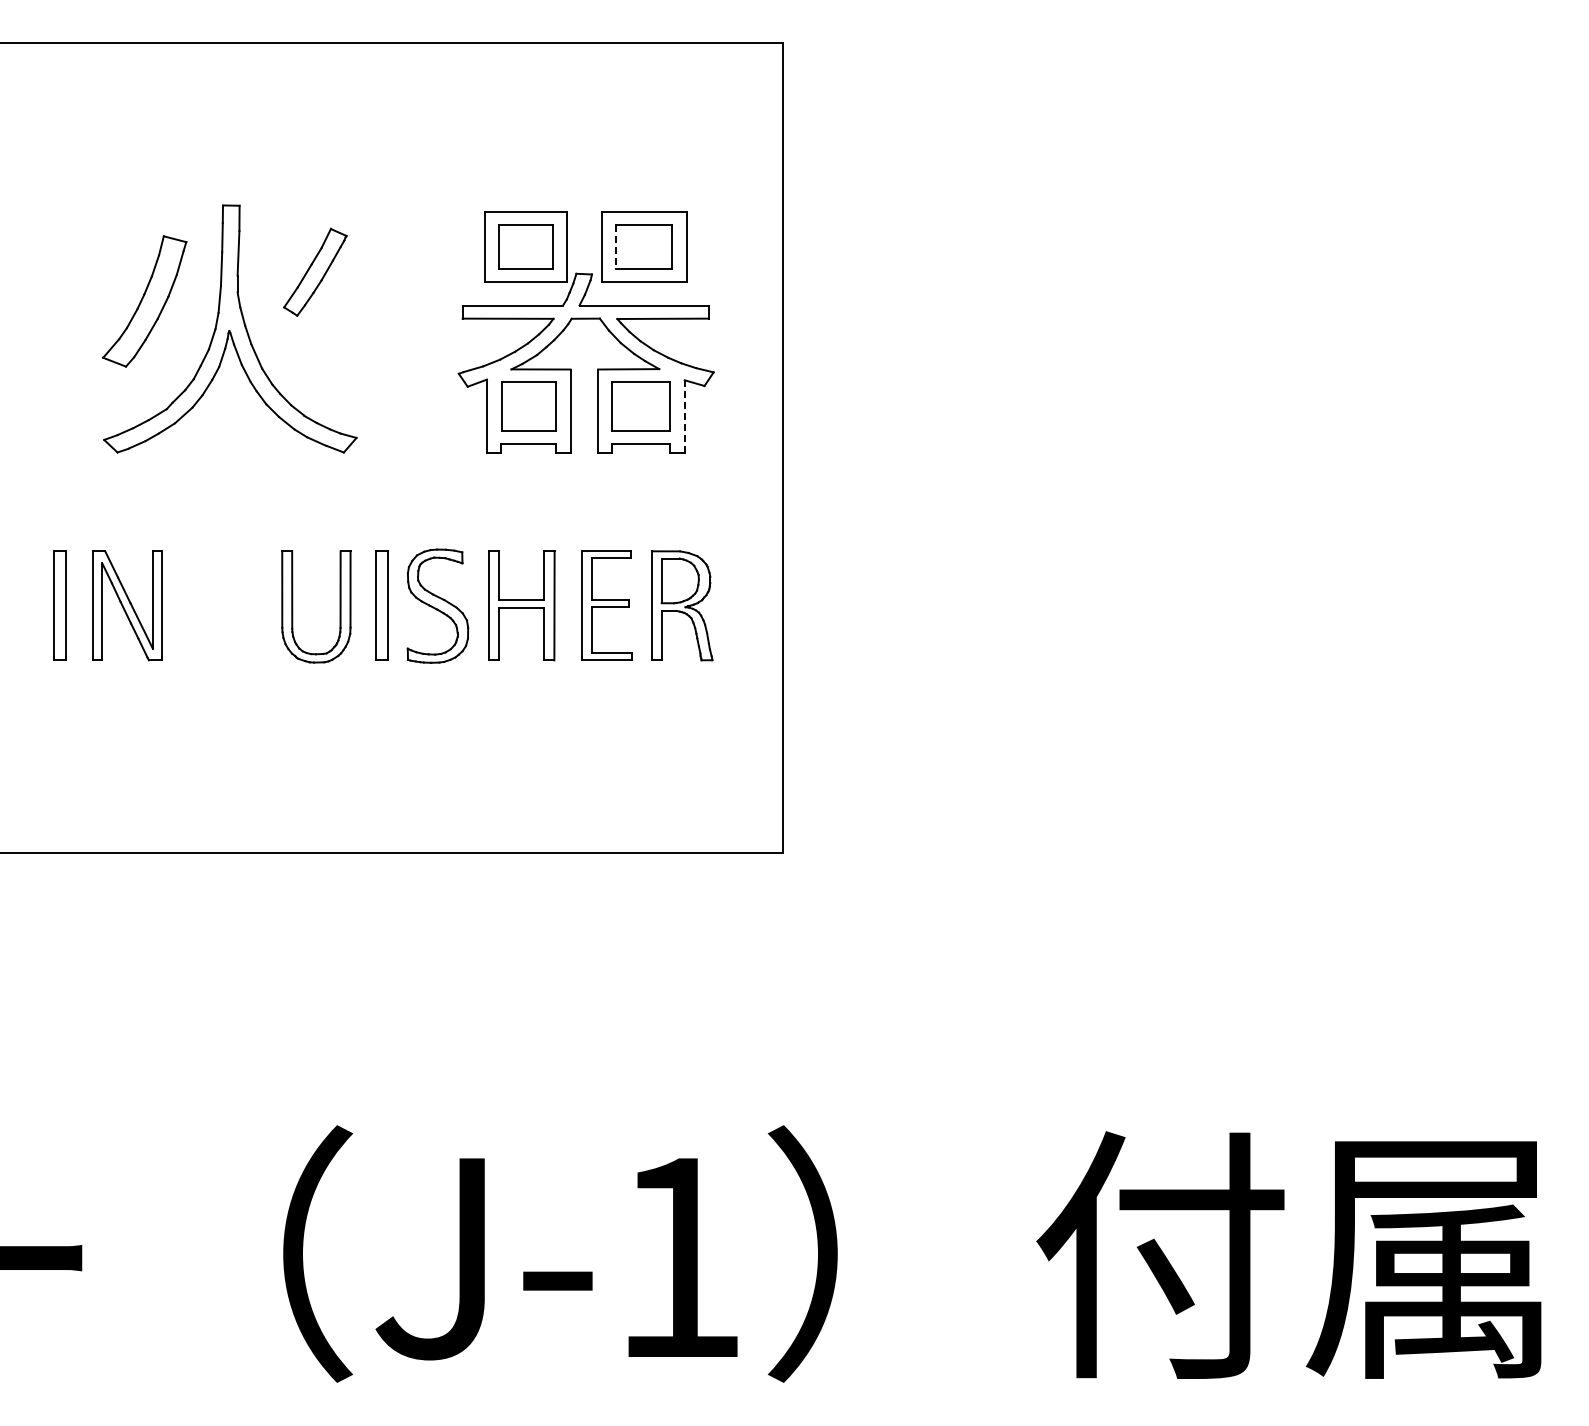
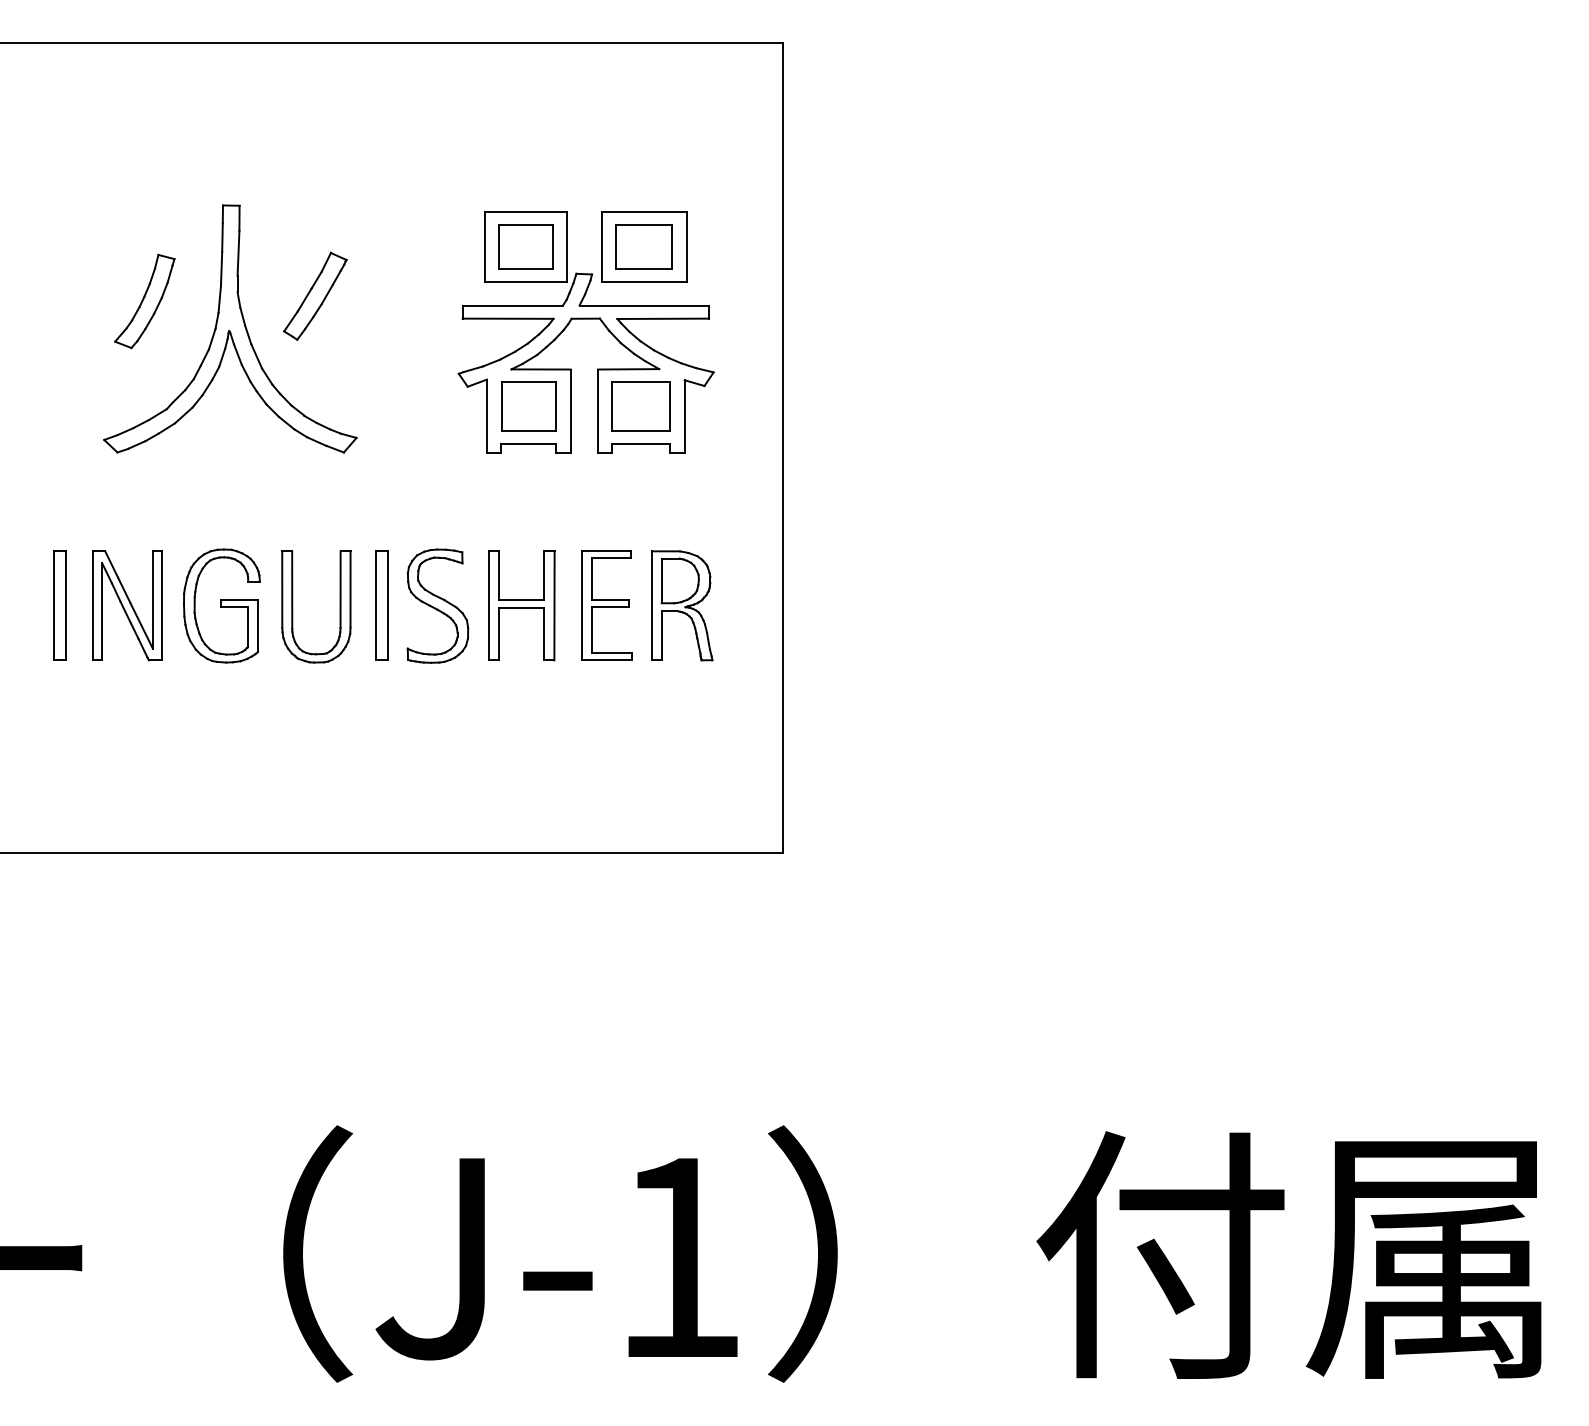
line at (615, 246): dashed -> solid
part at (315, 271) position: (315, 271) -> (315, 295)
part at (144, 301) size: 86x133 px -> 62x97 px
line at (684, 415): dashed -> solid
part at (221, 605): none -> present
